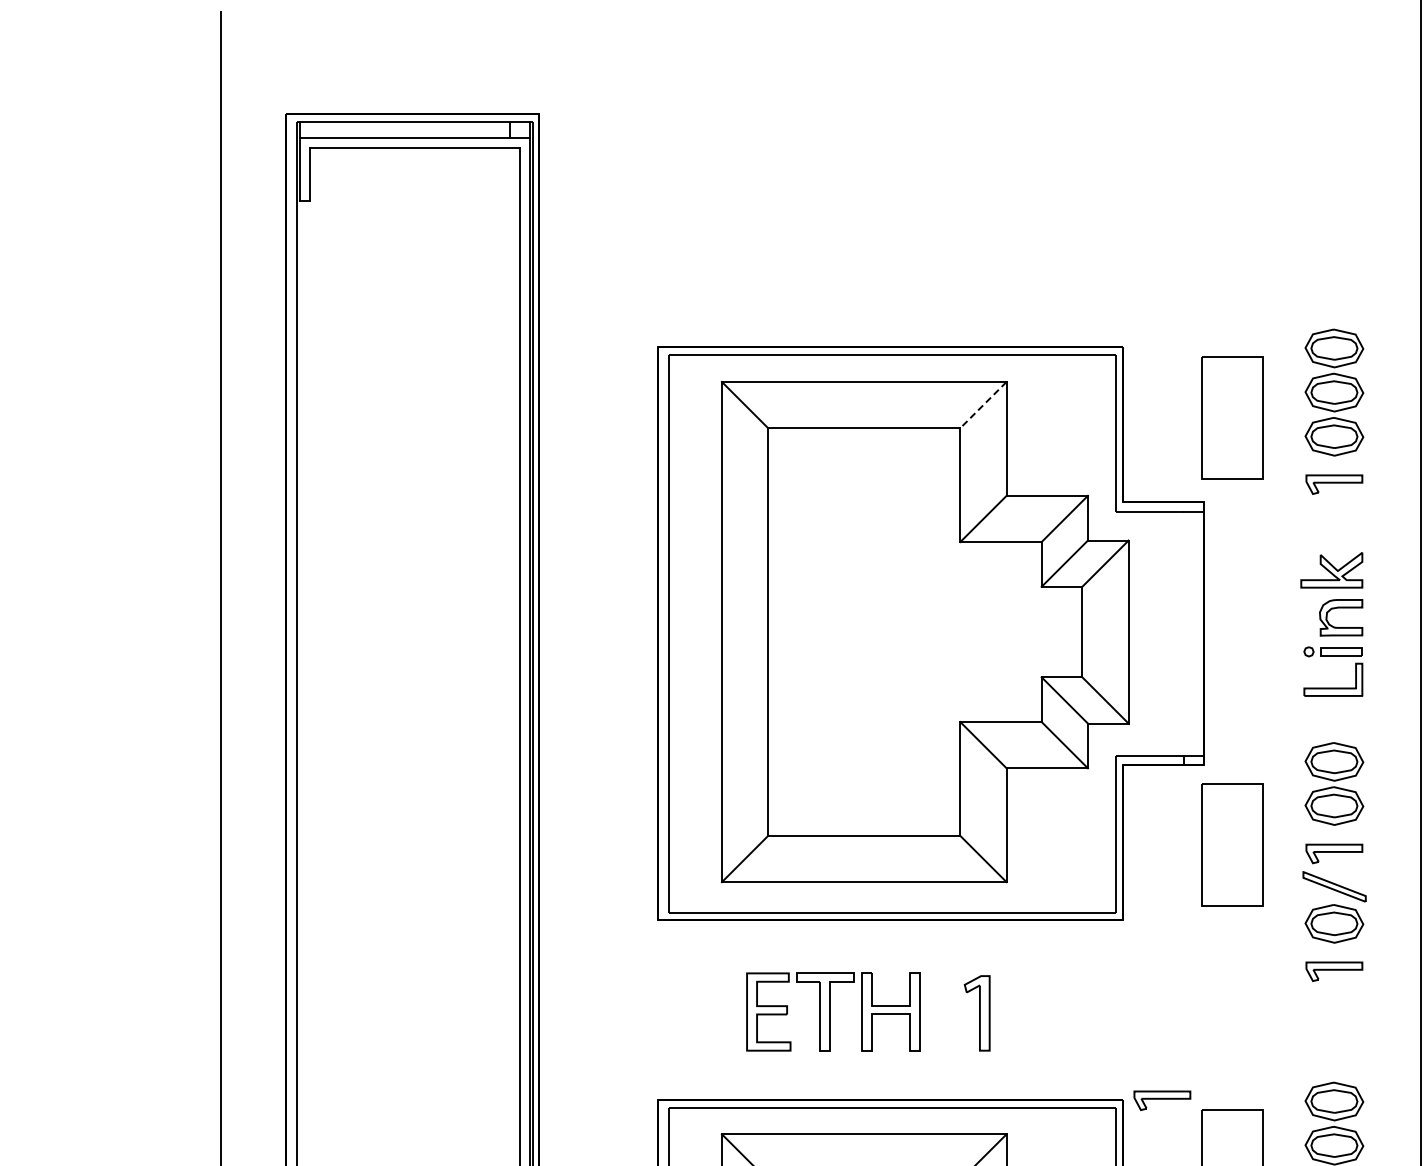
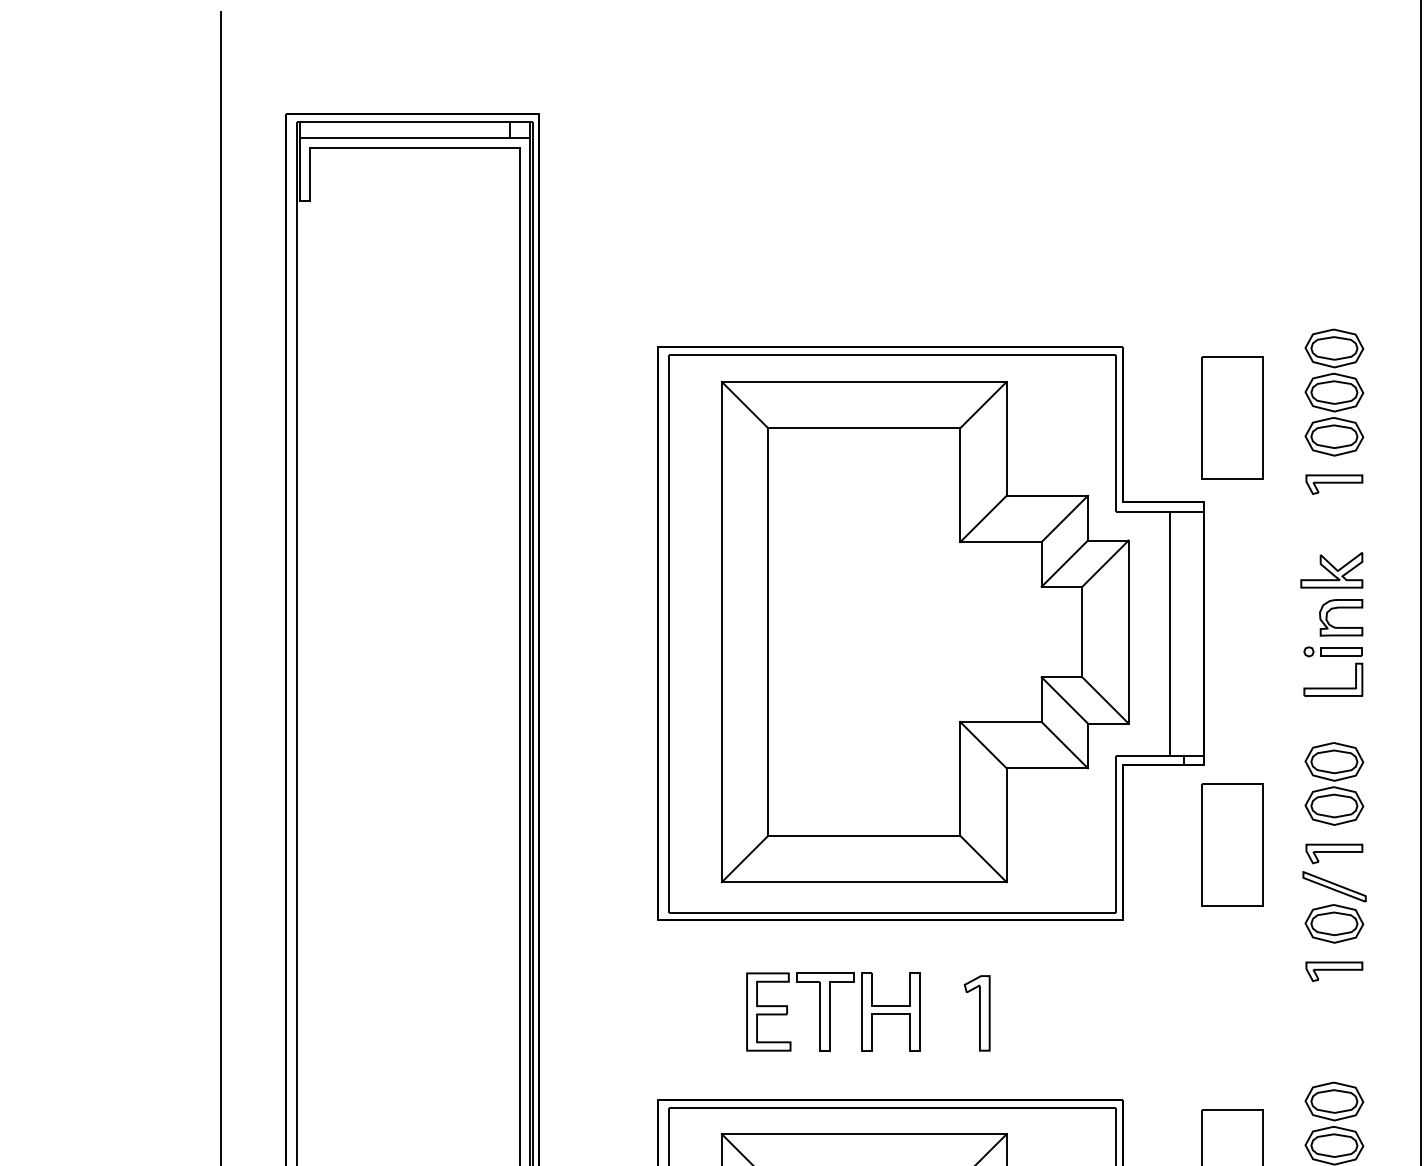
line at (983, 405): dashed -> solid
line at (1170, 634): none -> present
part at (1162, 1100): present -> none
